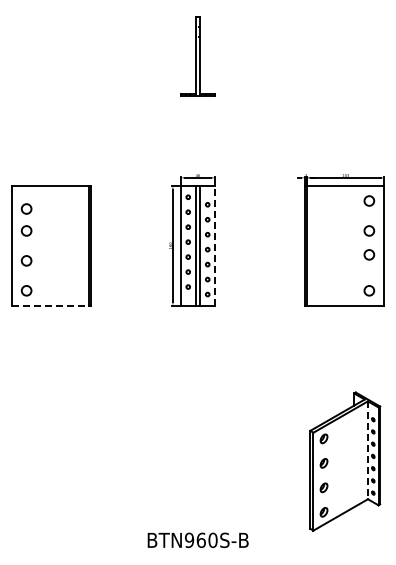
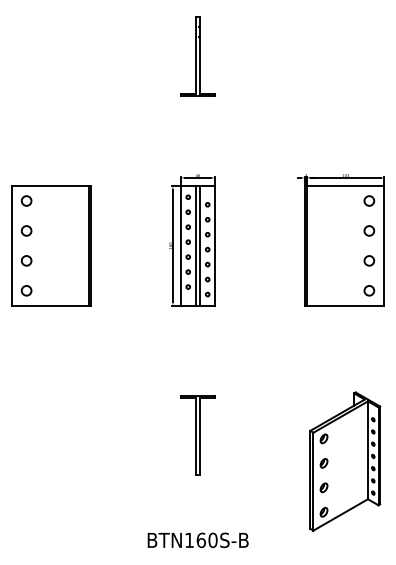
circle at (26, 208) position: (26, 208) -> (26, 200)
line at (215, 245): dashed -> solid
circle at (369, 254) position: (369, 254) -> (369, 260)
line at (50, 305): dashed -> solid
part at (197, 435): none -> present
line at (367, 450): dashed -> solid
text at (189, 540): BTN960S-B -> BTN160S-B
